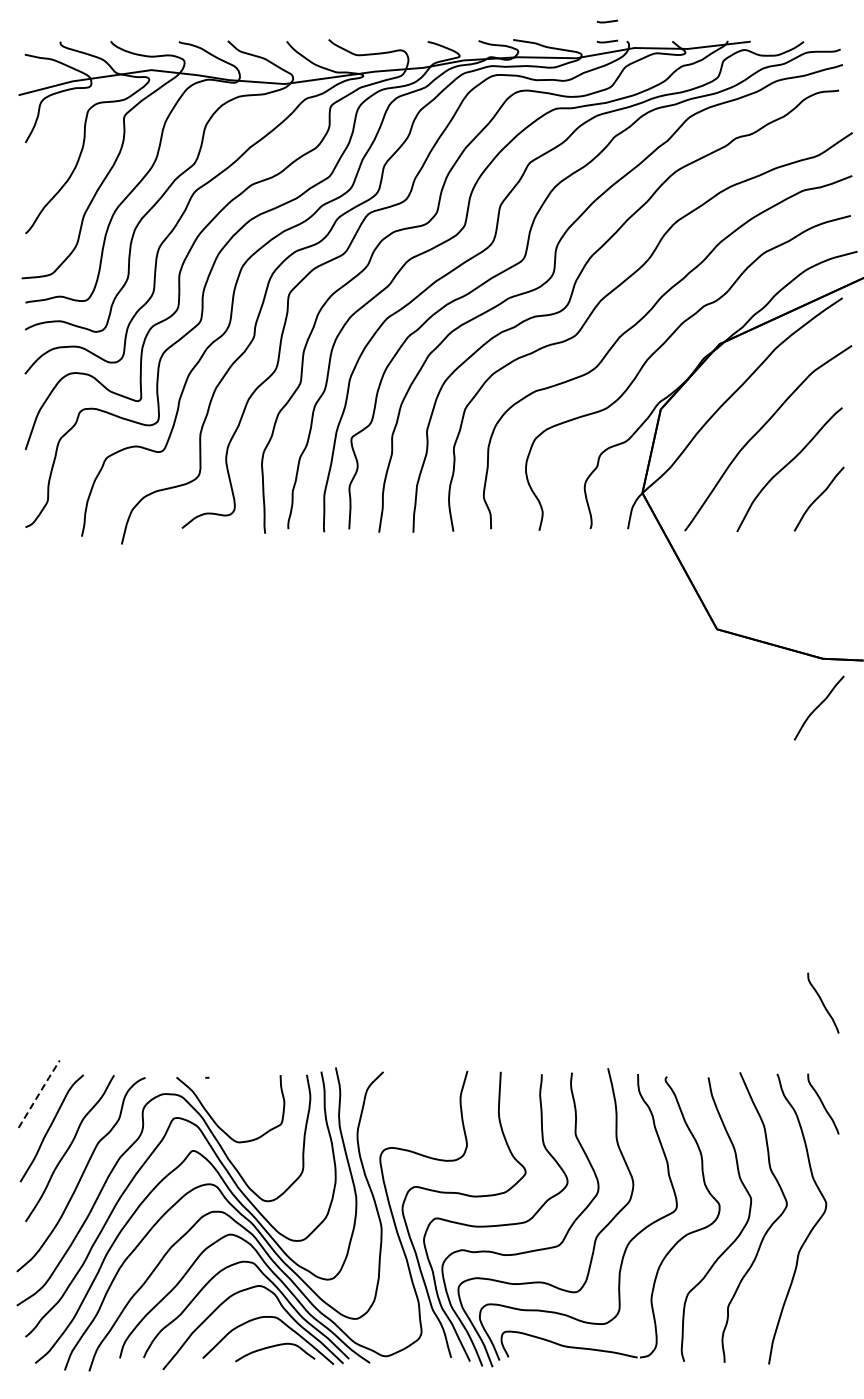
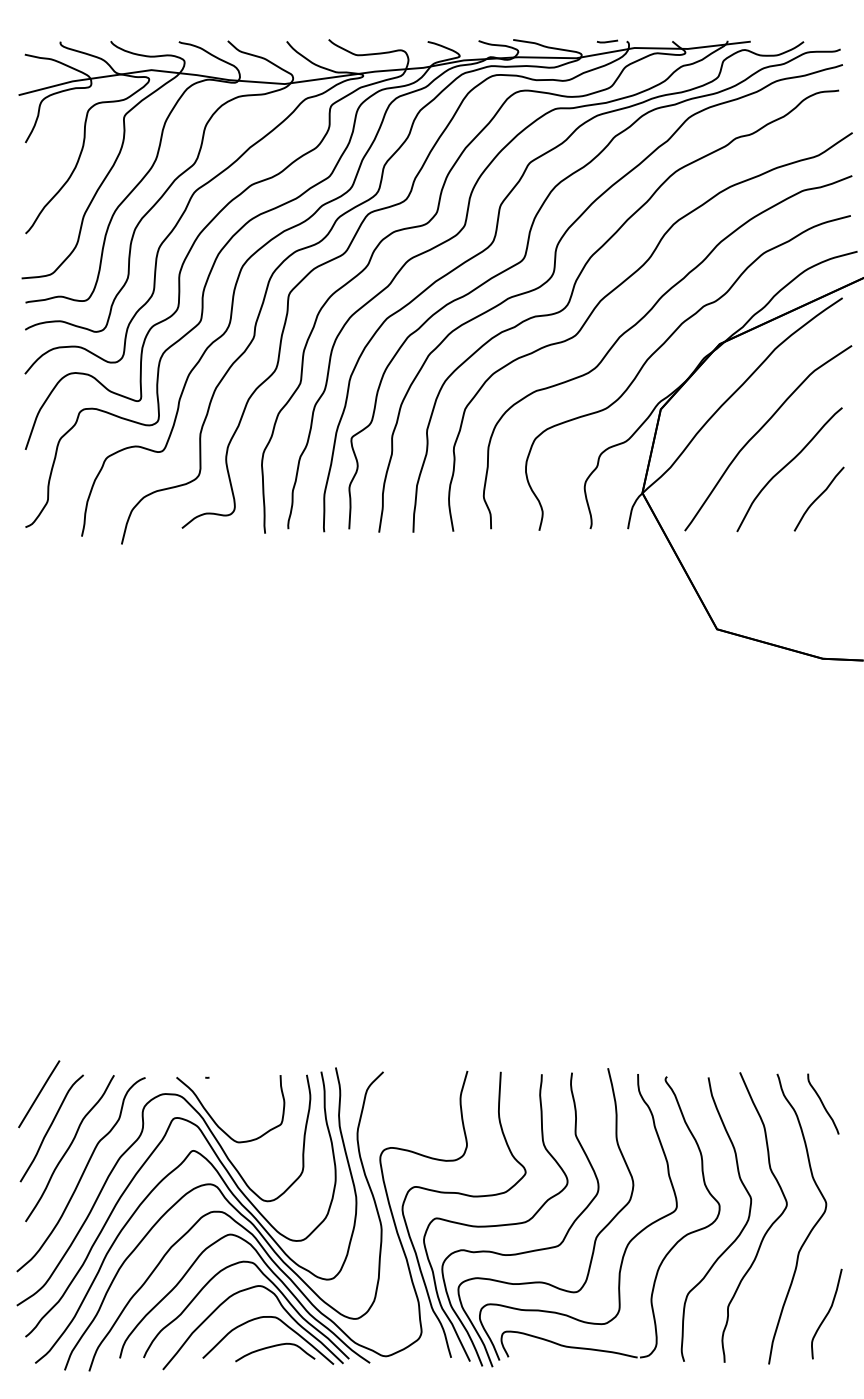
line at (607, 21): present -> none
curve at (818, 707): present -> none
curve at (823, 1002): present -> none
line at (39, 1093): dashed -> solid
curve at (826, 1313): none -> present
